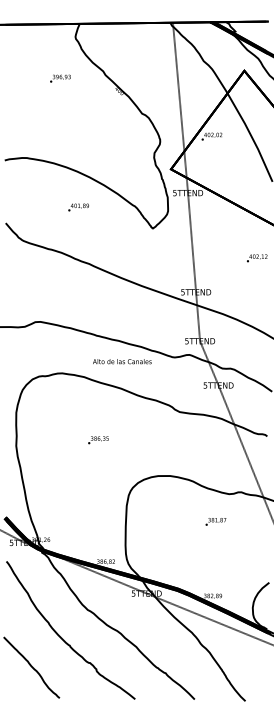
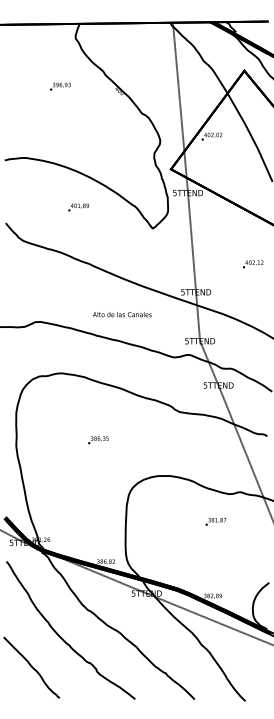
text at (60, 78) position: (60, 78) -> (60, 86)
text at (257, 258) position: (257, 258) -> (253, 264)
text at (122, 361) position: (122, 361) -> (122, 314)
